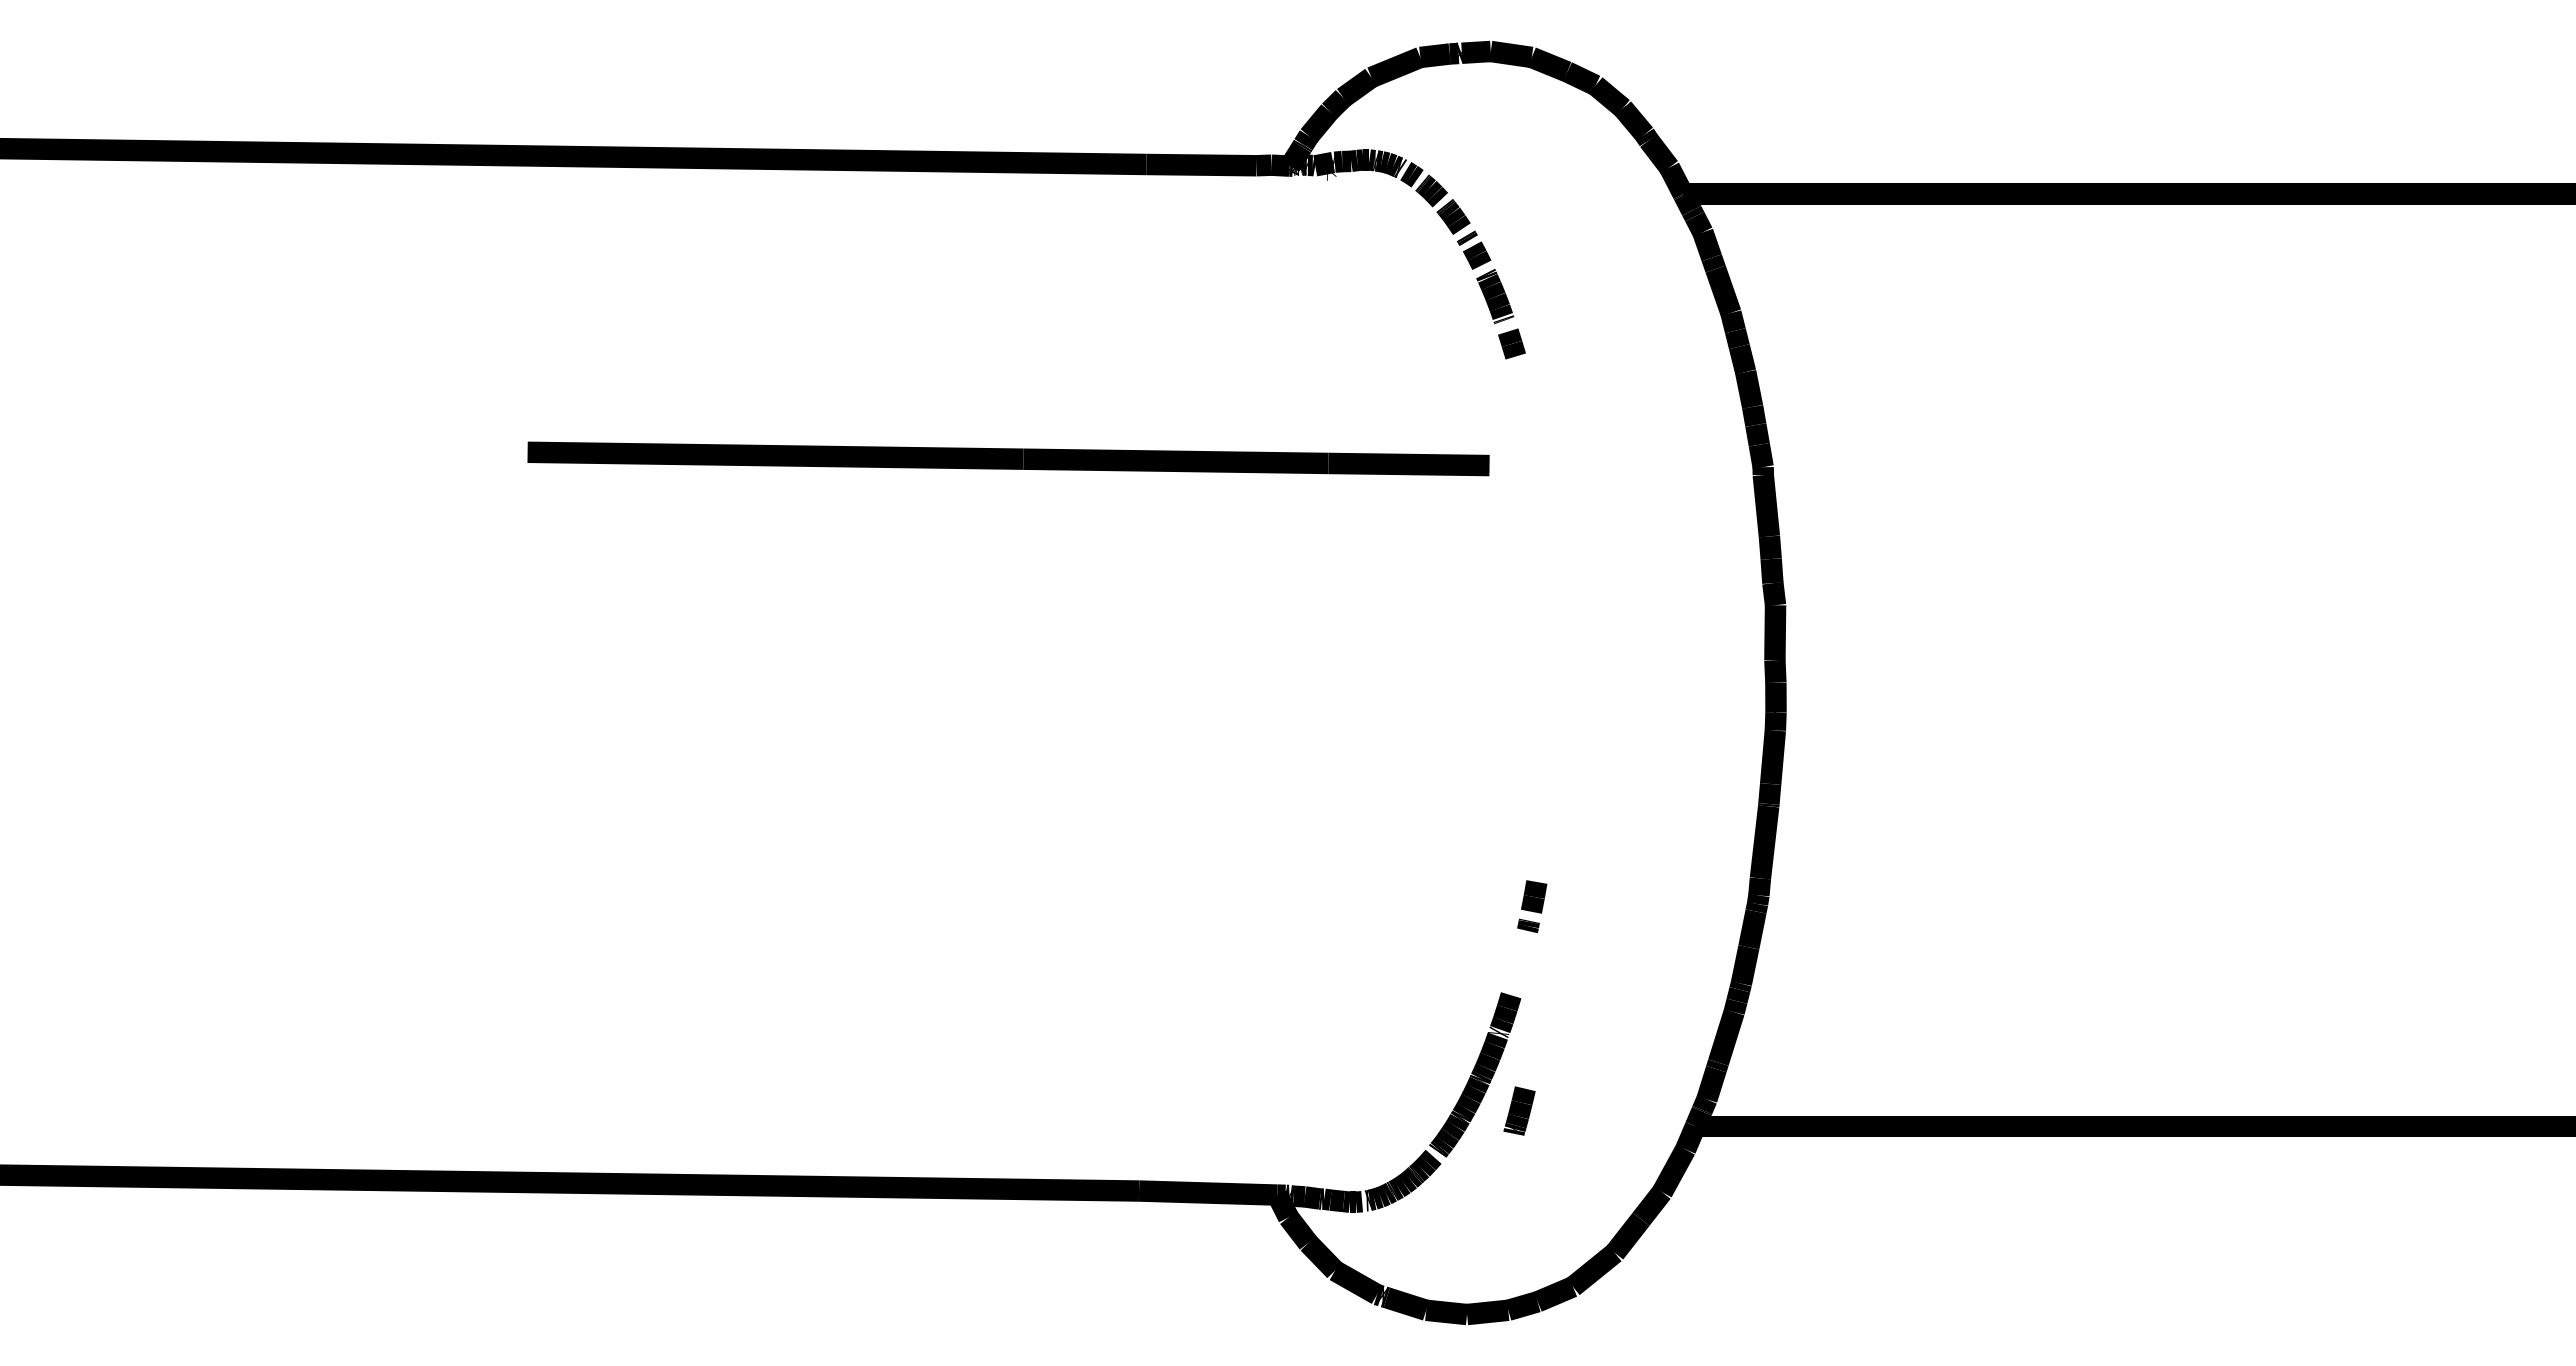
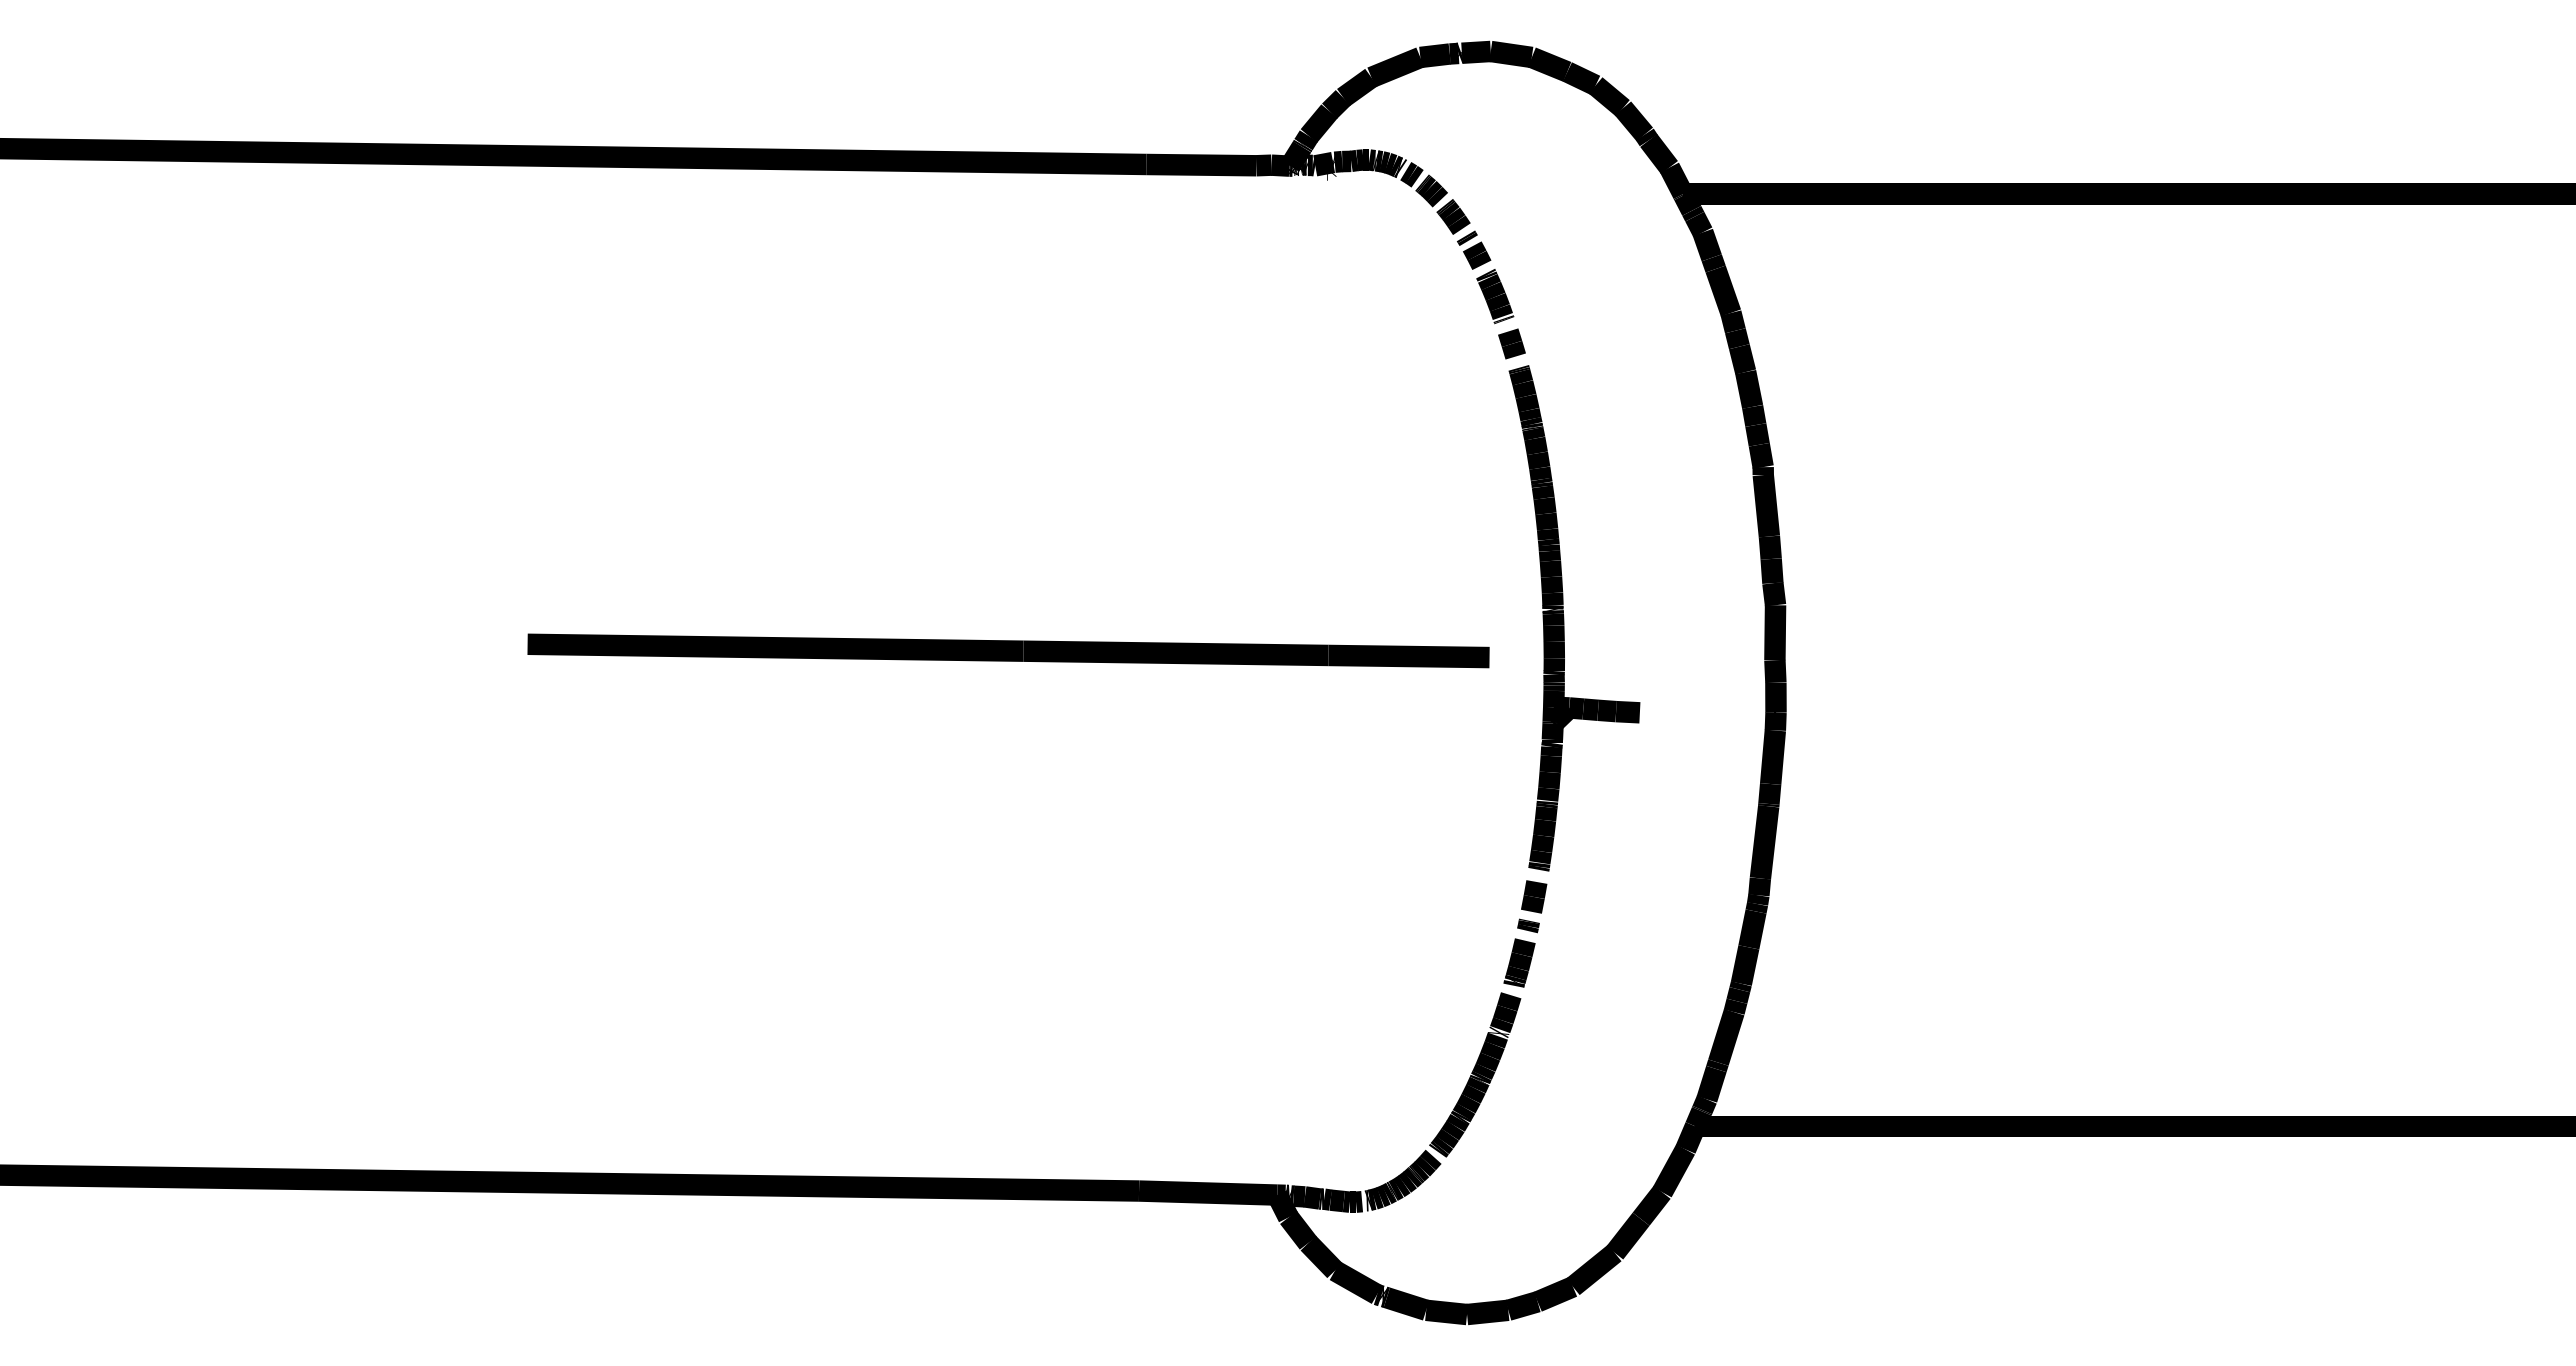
part at (1008, 458) position: (1008, 458) -> (1008, 650)
part at (1564, 618): none -> present
part at (1519, 1110) position: (1519, 1110) -> (1519, 962)
